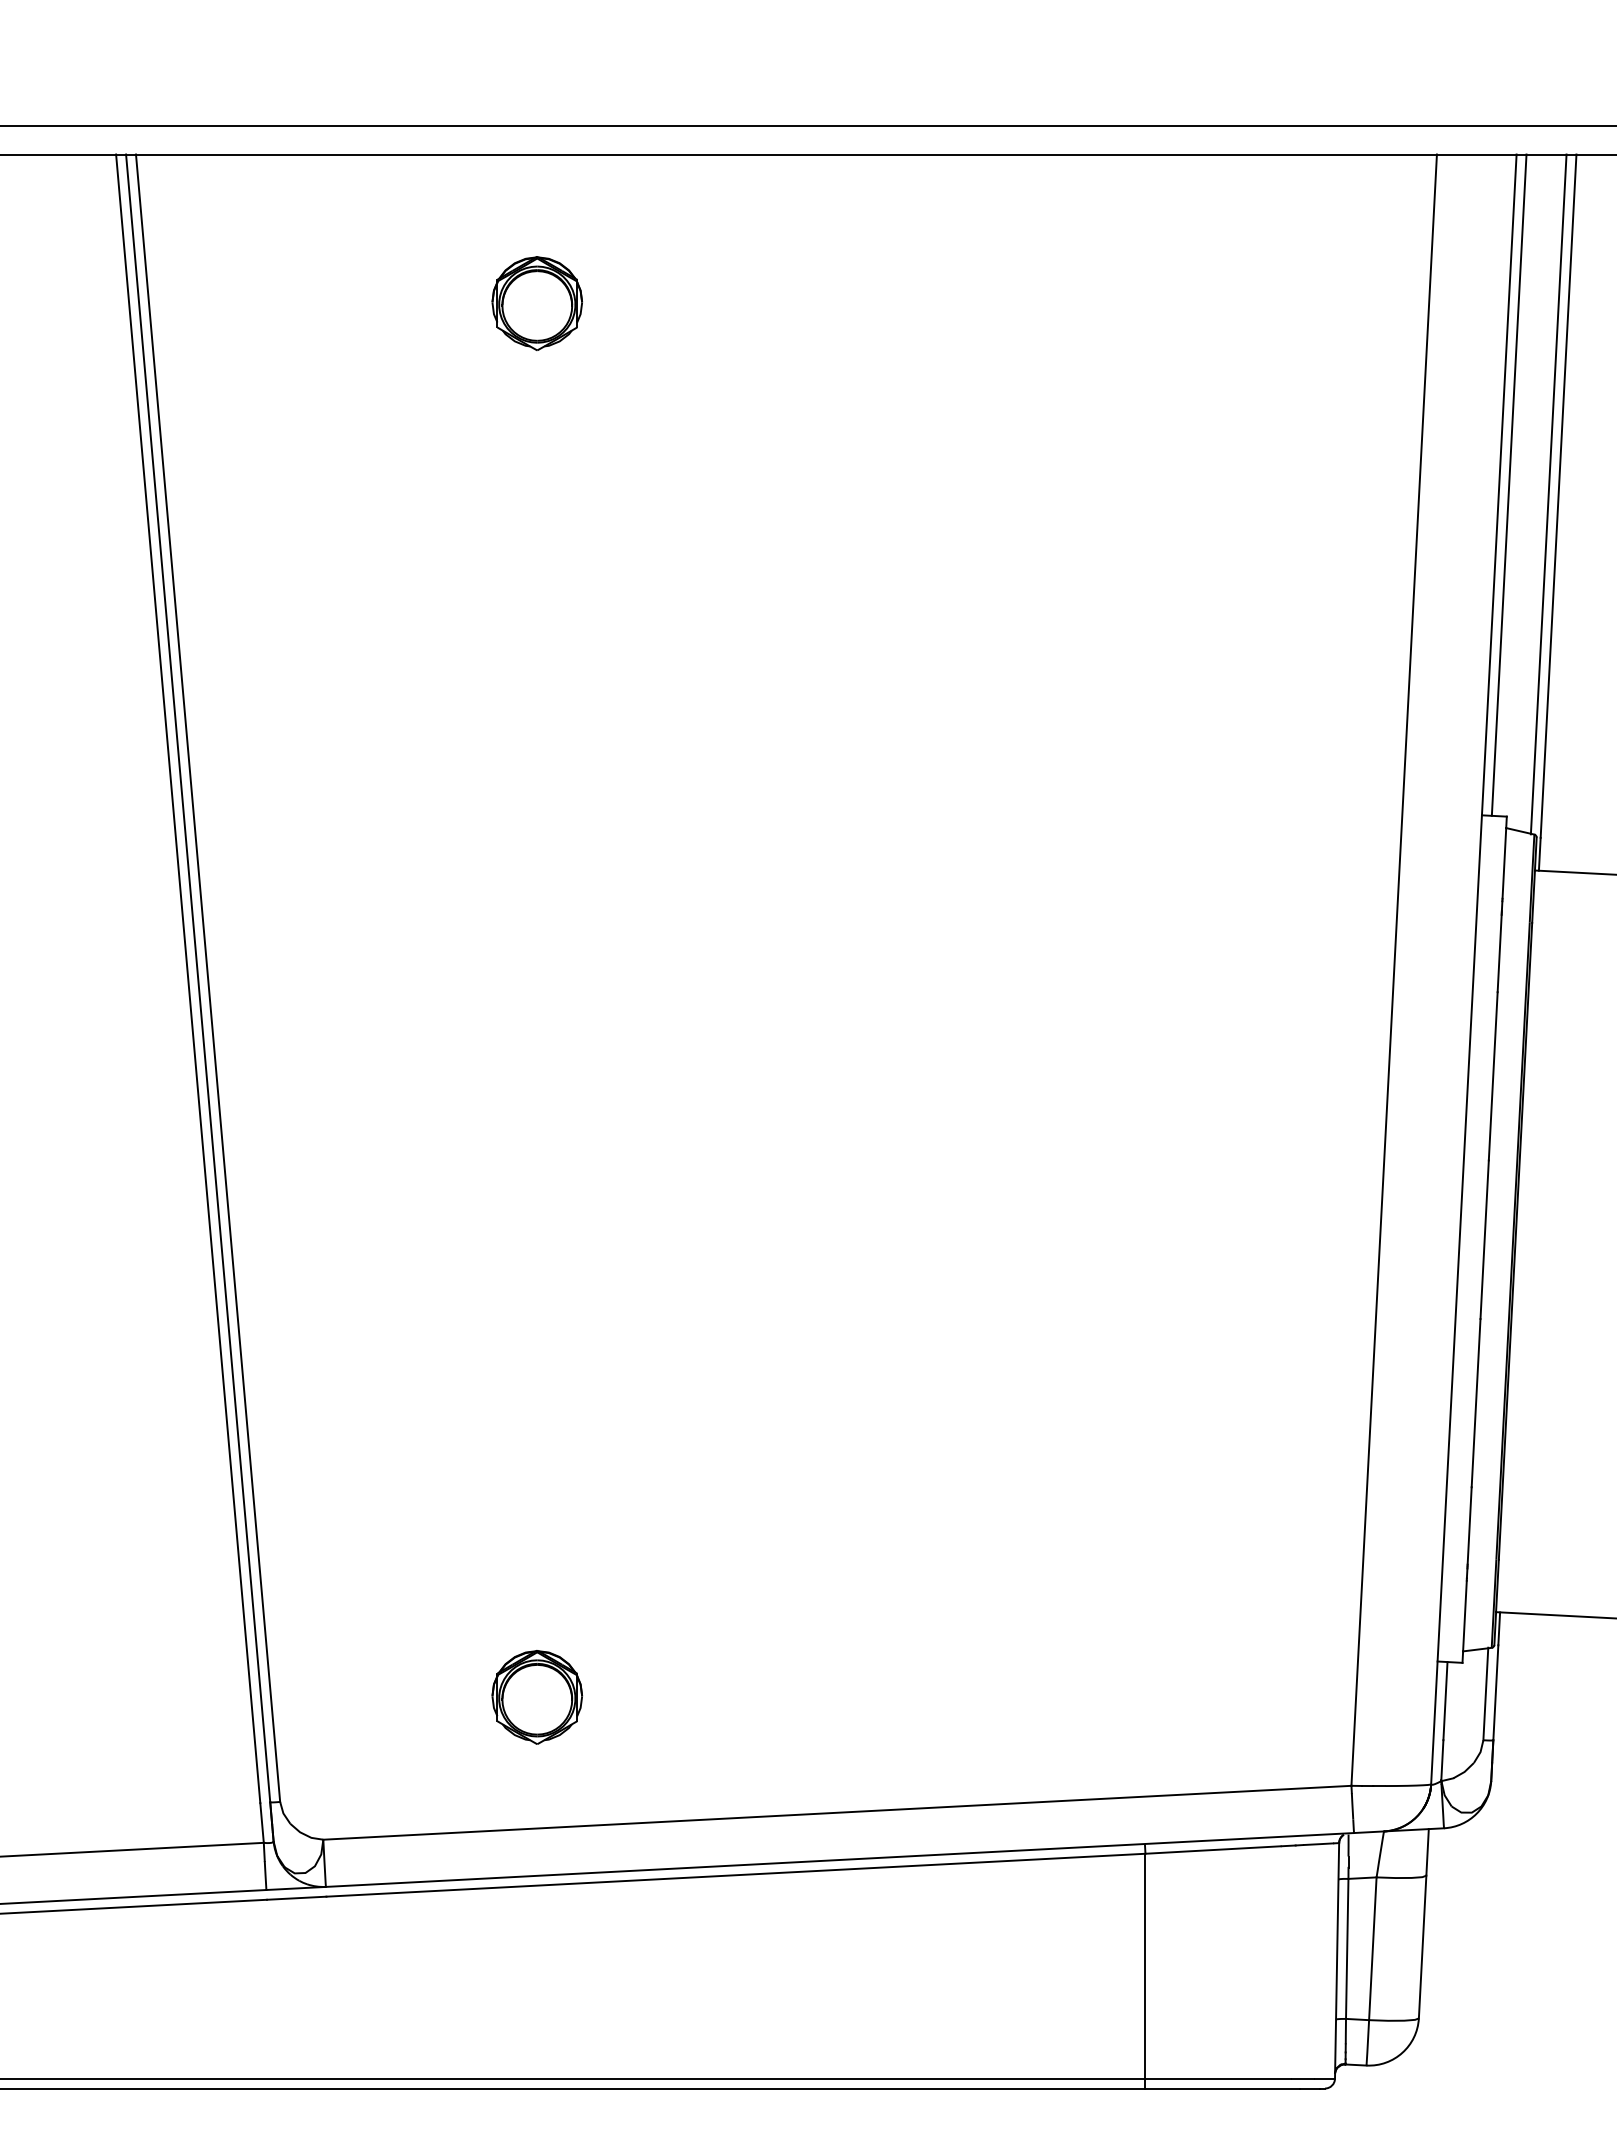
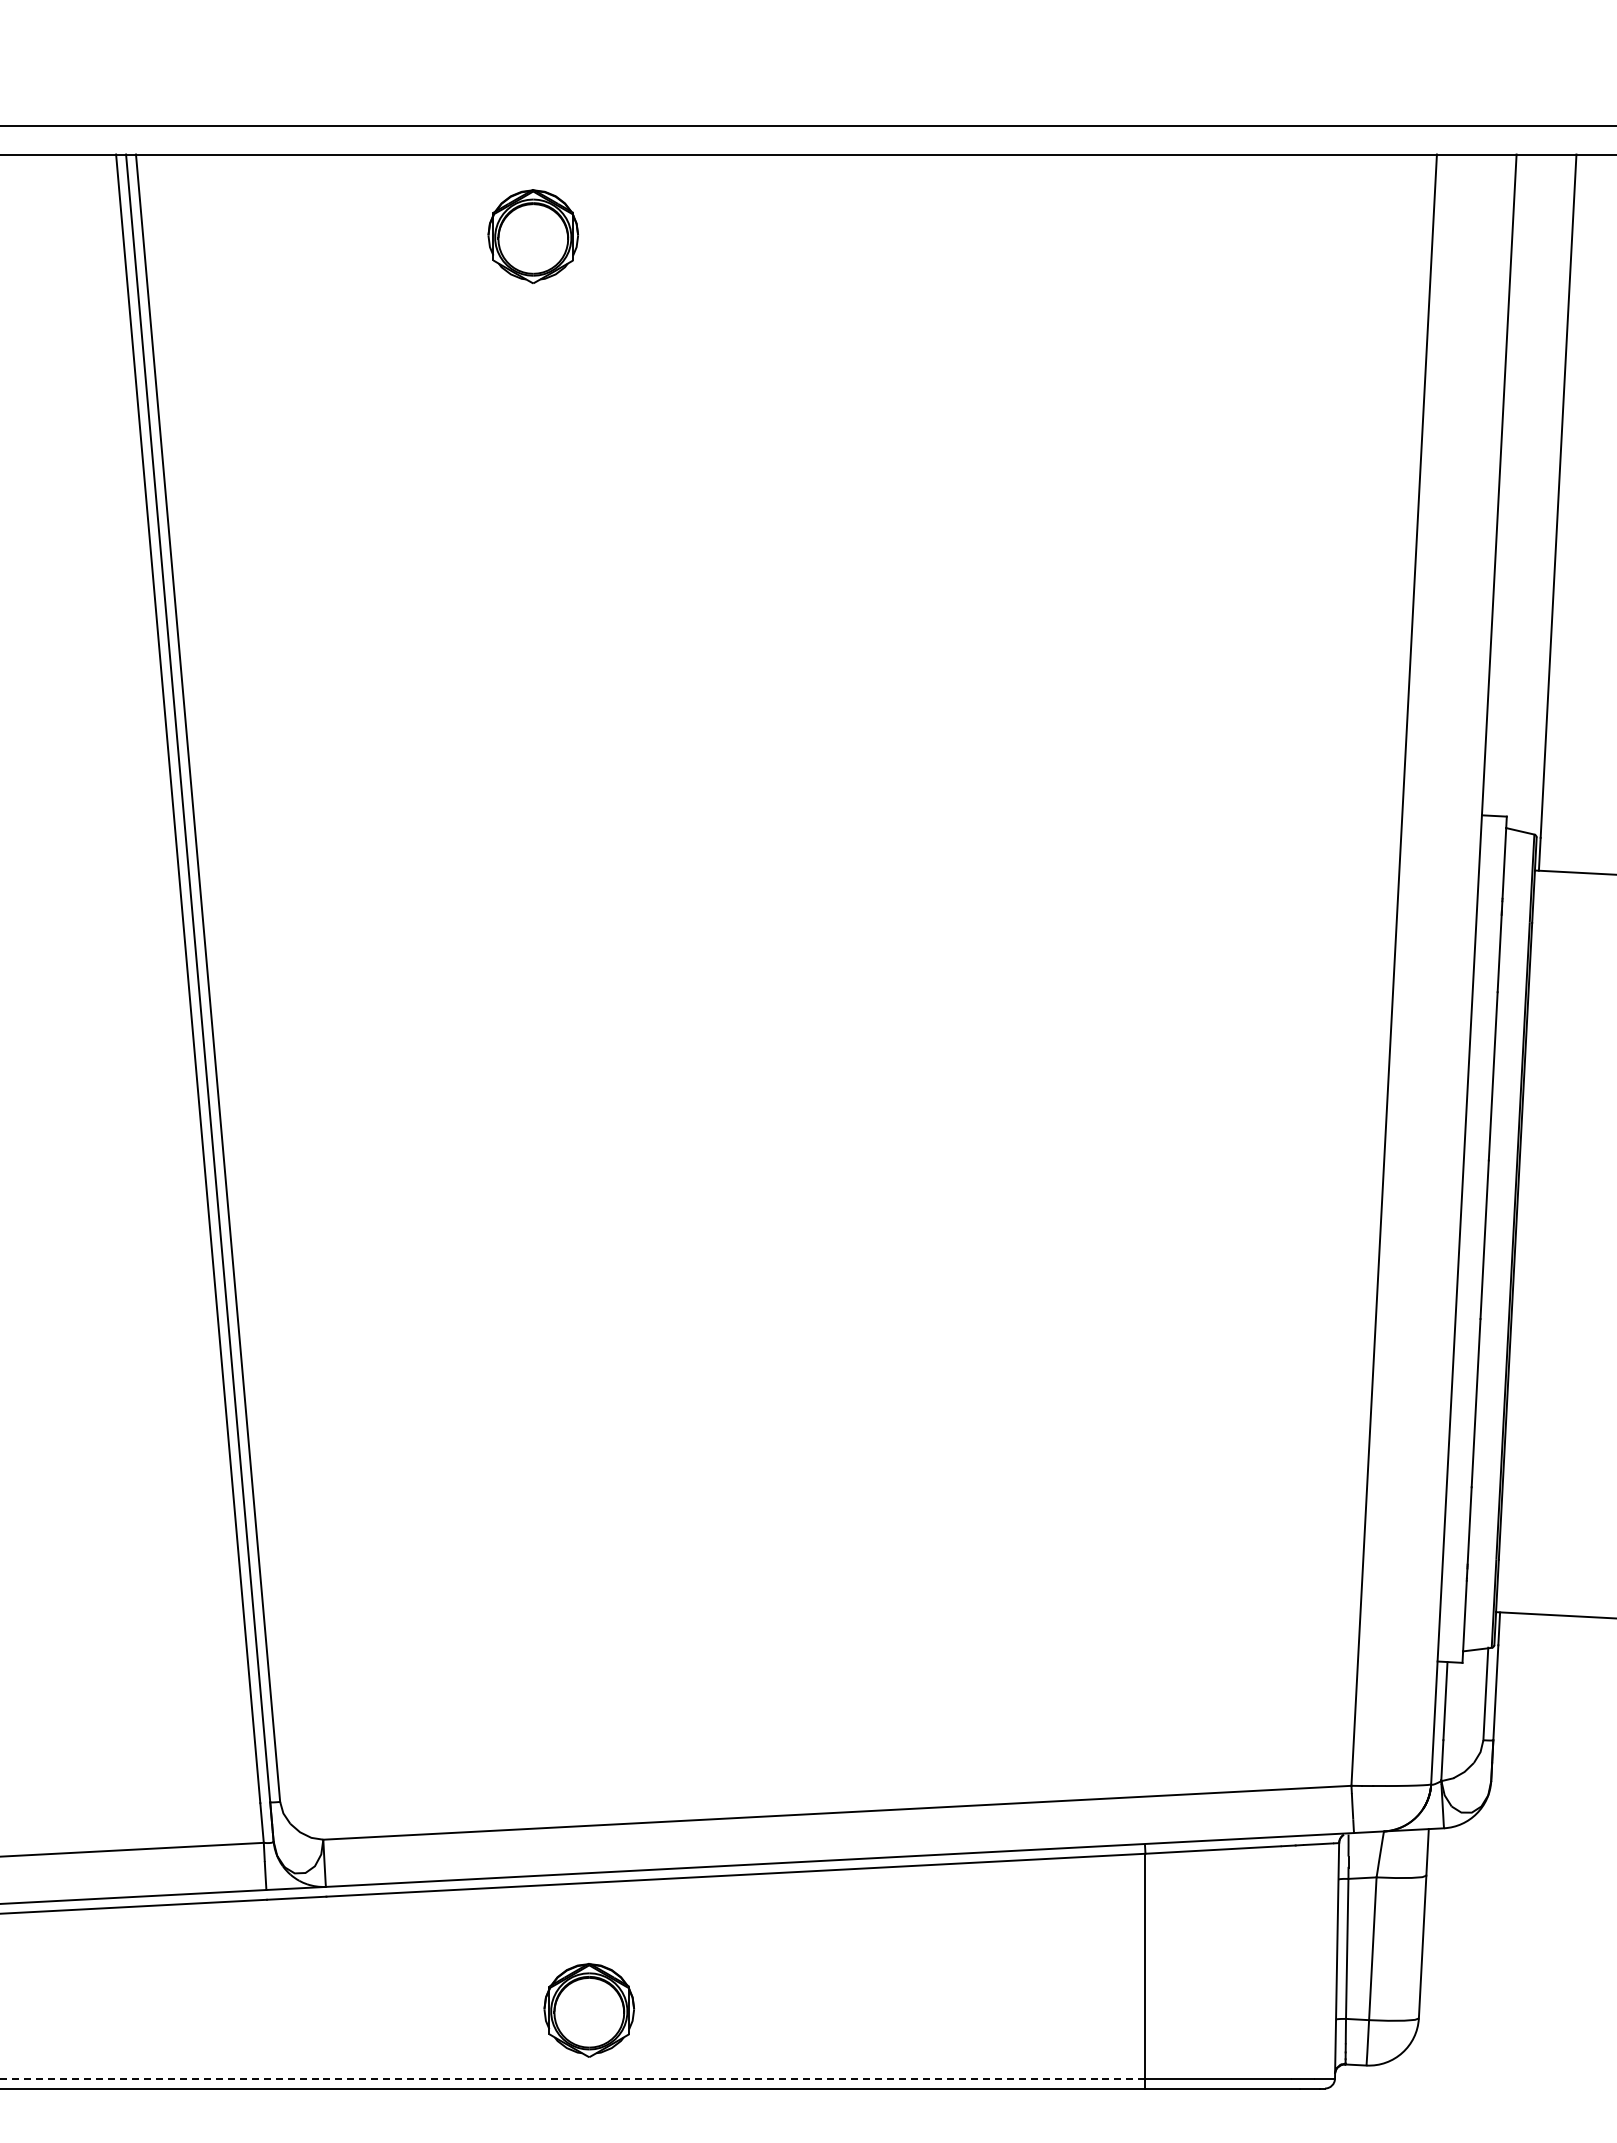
part at (536, 303) position: (536, 303) -> (532, 236)
line at (1508, 484): present -> none
line at (1548, 494): present -> none
part at (536, 1697) position: (536, 1697) -> (588, 2010)
line at (572, 2078): solid -> dashed
